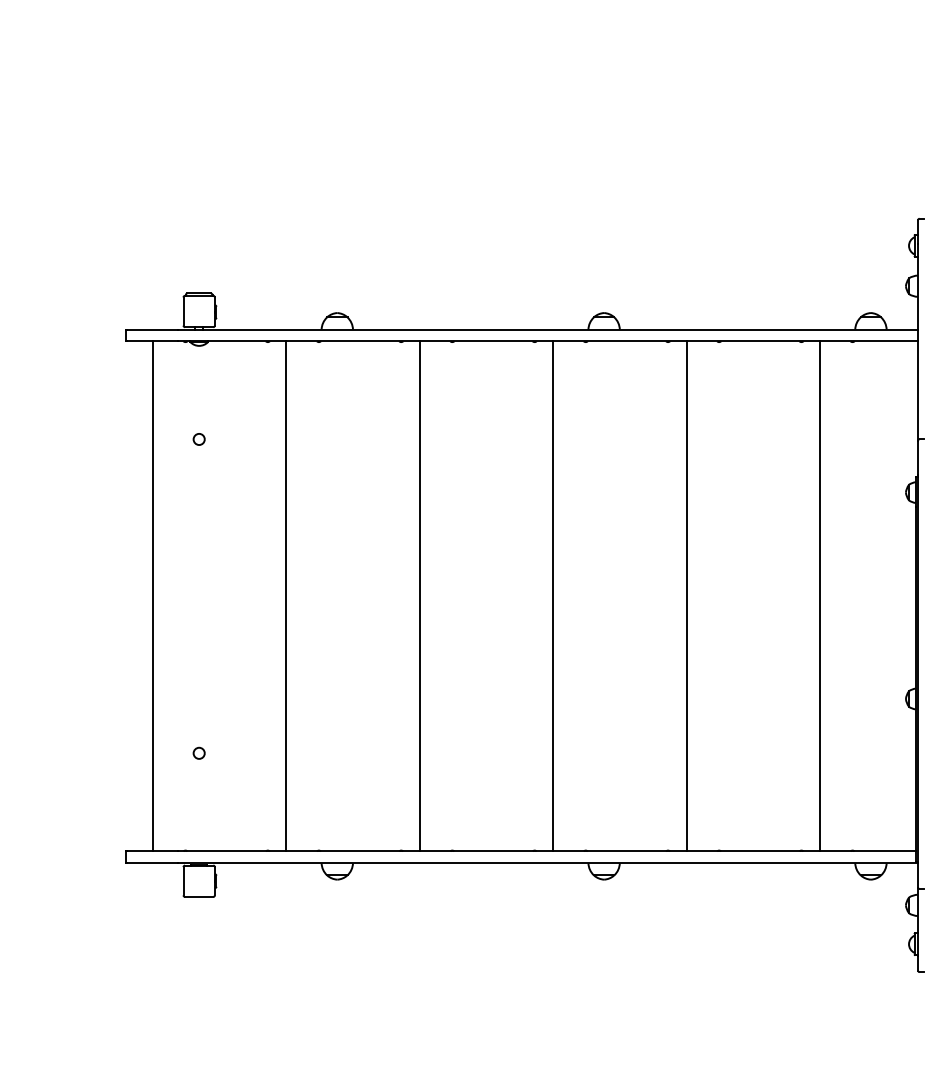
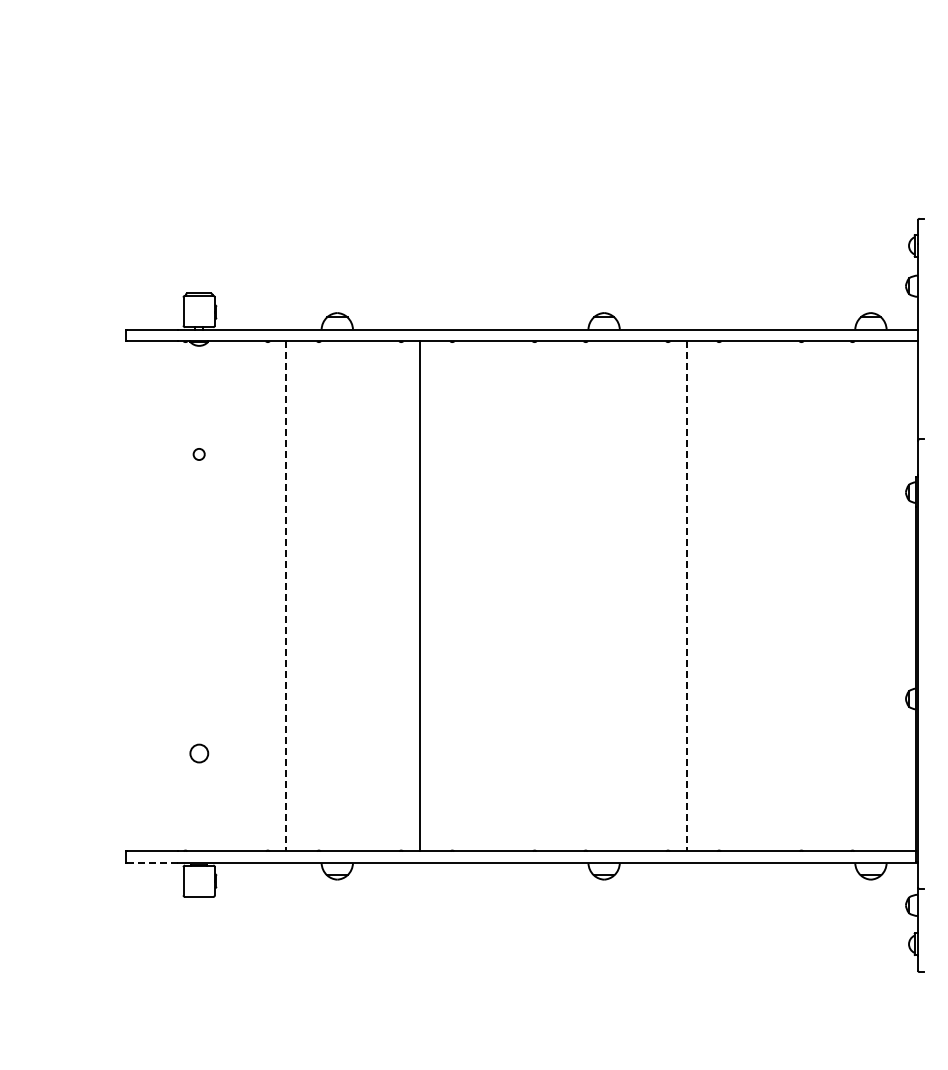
circle at (198, 439) position: (198, 439) -> (198, 454)
line at (152, 596): present -> none
line at (286, 596): solid -> dashed
line at (553, 596): present -> none
line at (686, 596): solid -> dashed
line at (819, 596): present -> none
circle at (198, 752) size: 14x14 px -> 21x21 px
line at (152, 863): solid -> dashed
